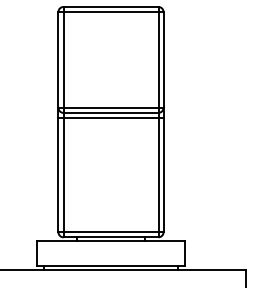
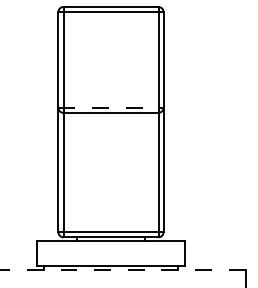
line at (111, 107): solid -> dashed
line at (110, 117): present -> none
line at (122, 270): solid -> dashed
